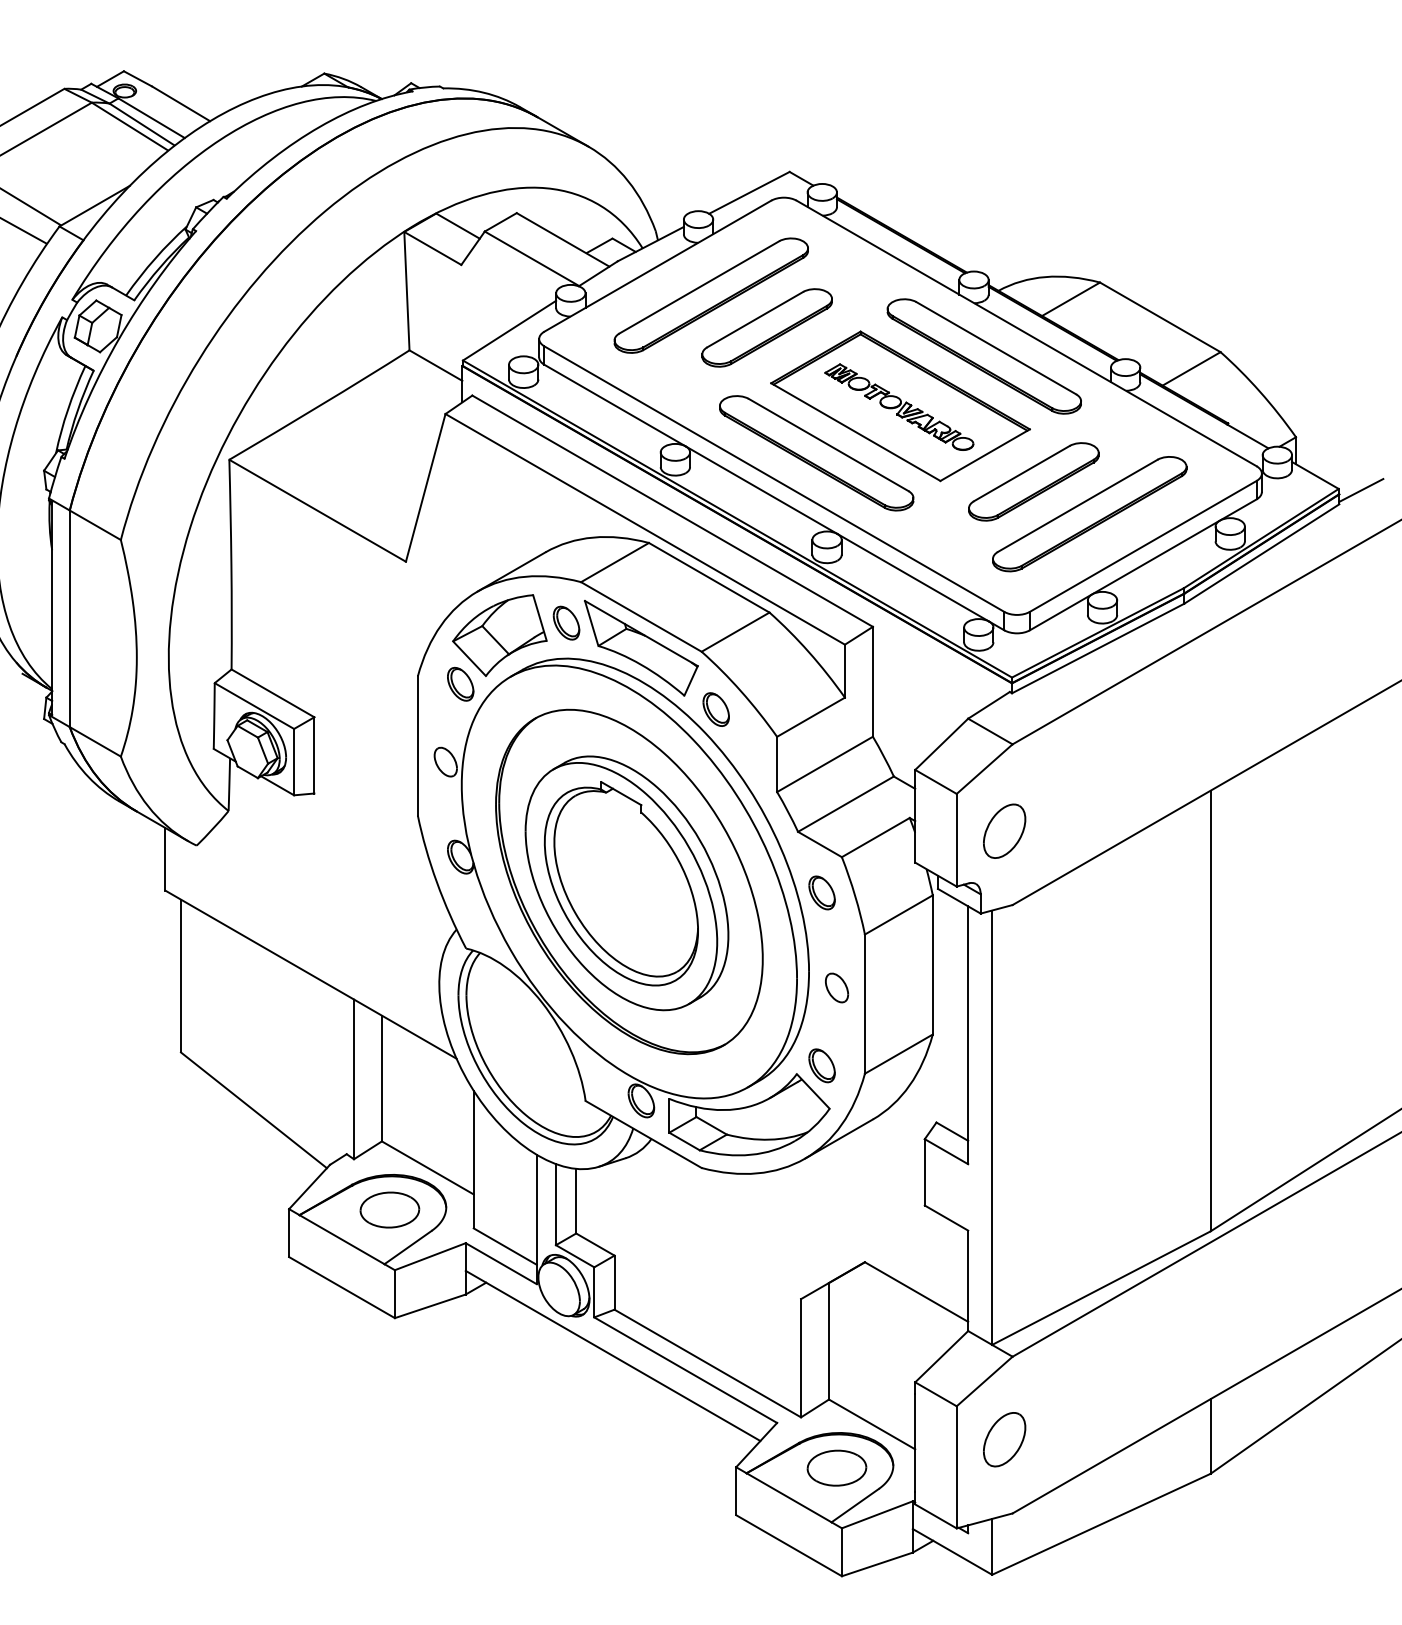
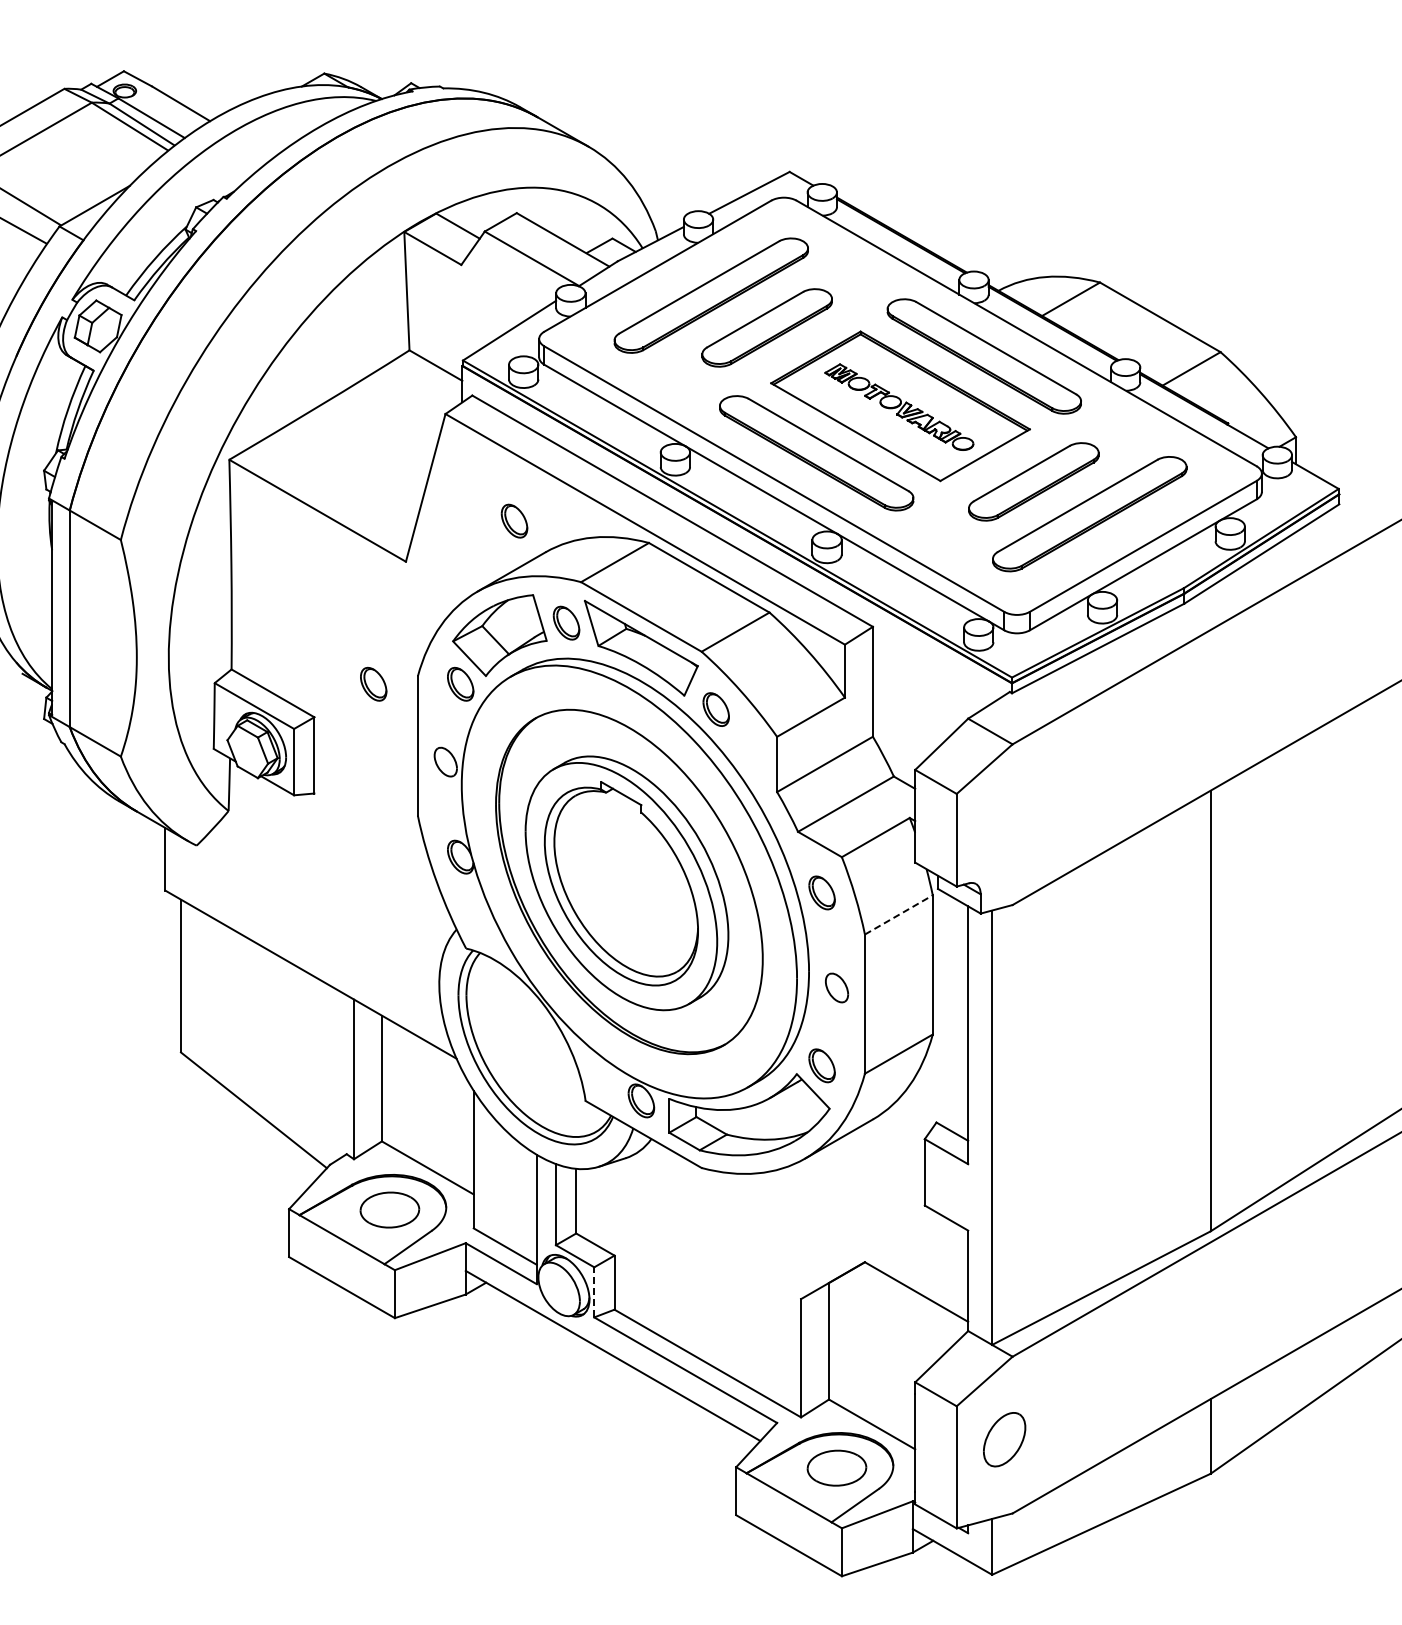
line at (1361, 490): present -> none
part at (514, 520): none -> present
part at (373, 683): none -> present
part at (1004, 830): present -> none
line at (899, 914): solid -> dashed
line at (594, 1291): solid -> dashed
